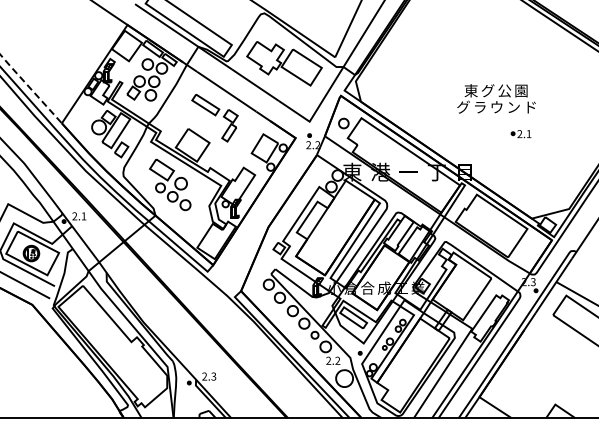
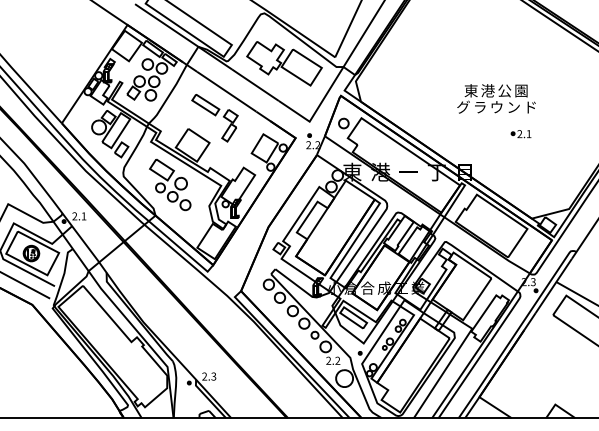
line at (30, 88): dashed -> solid
text at (487, 90): グ -> 港
